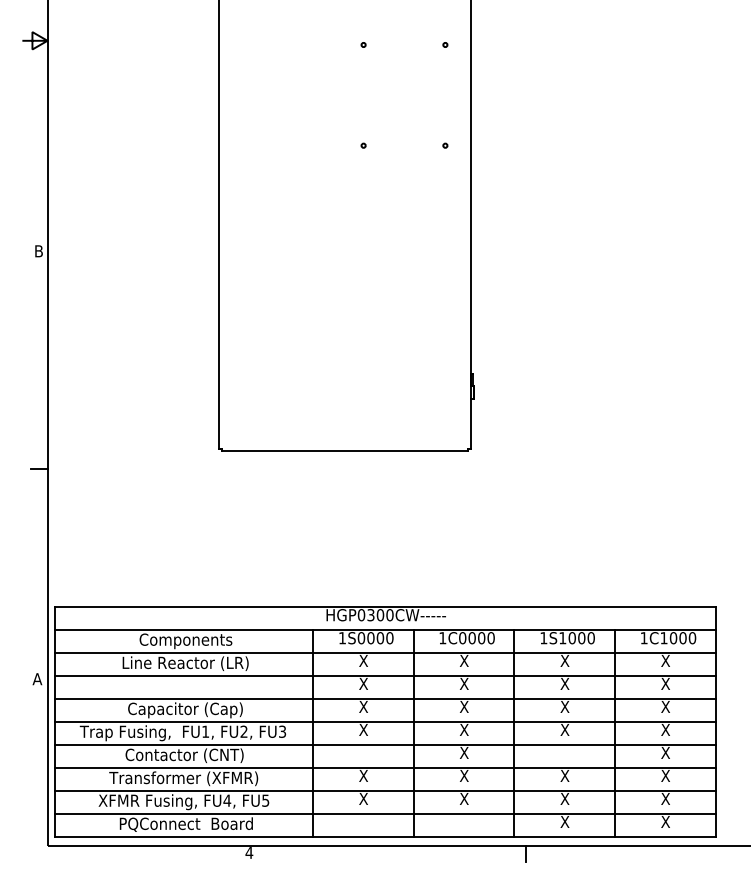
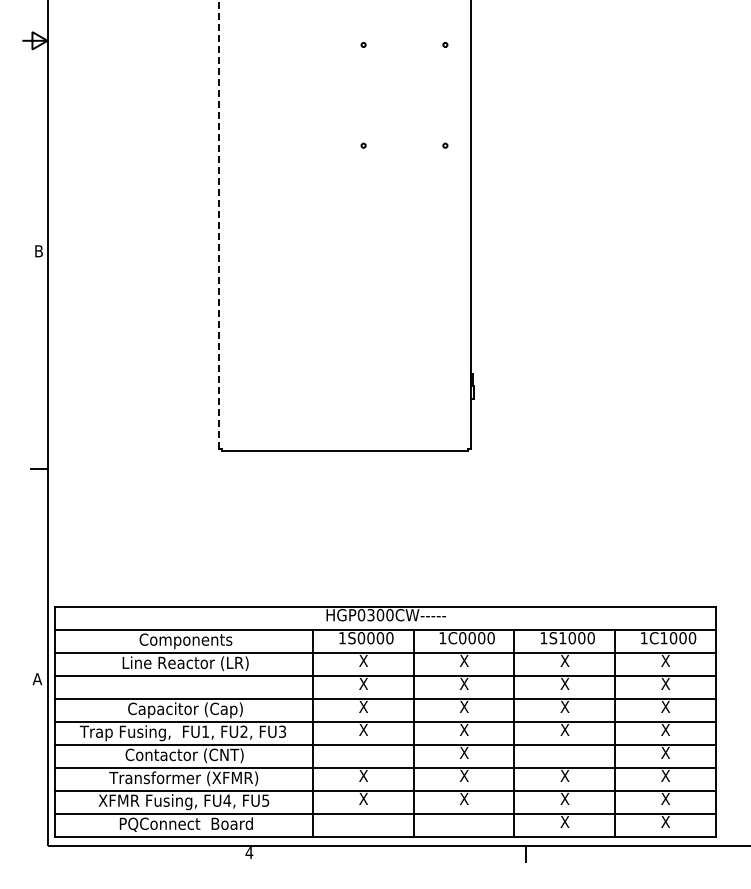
line at (218, 223): solid -> dashed
